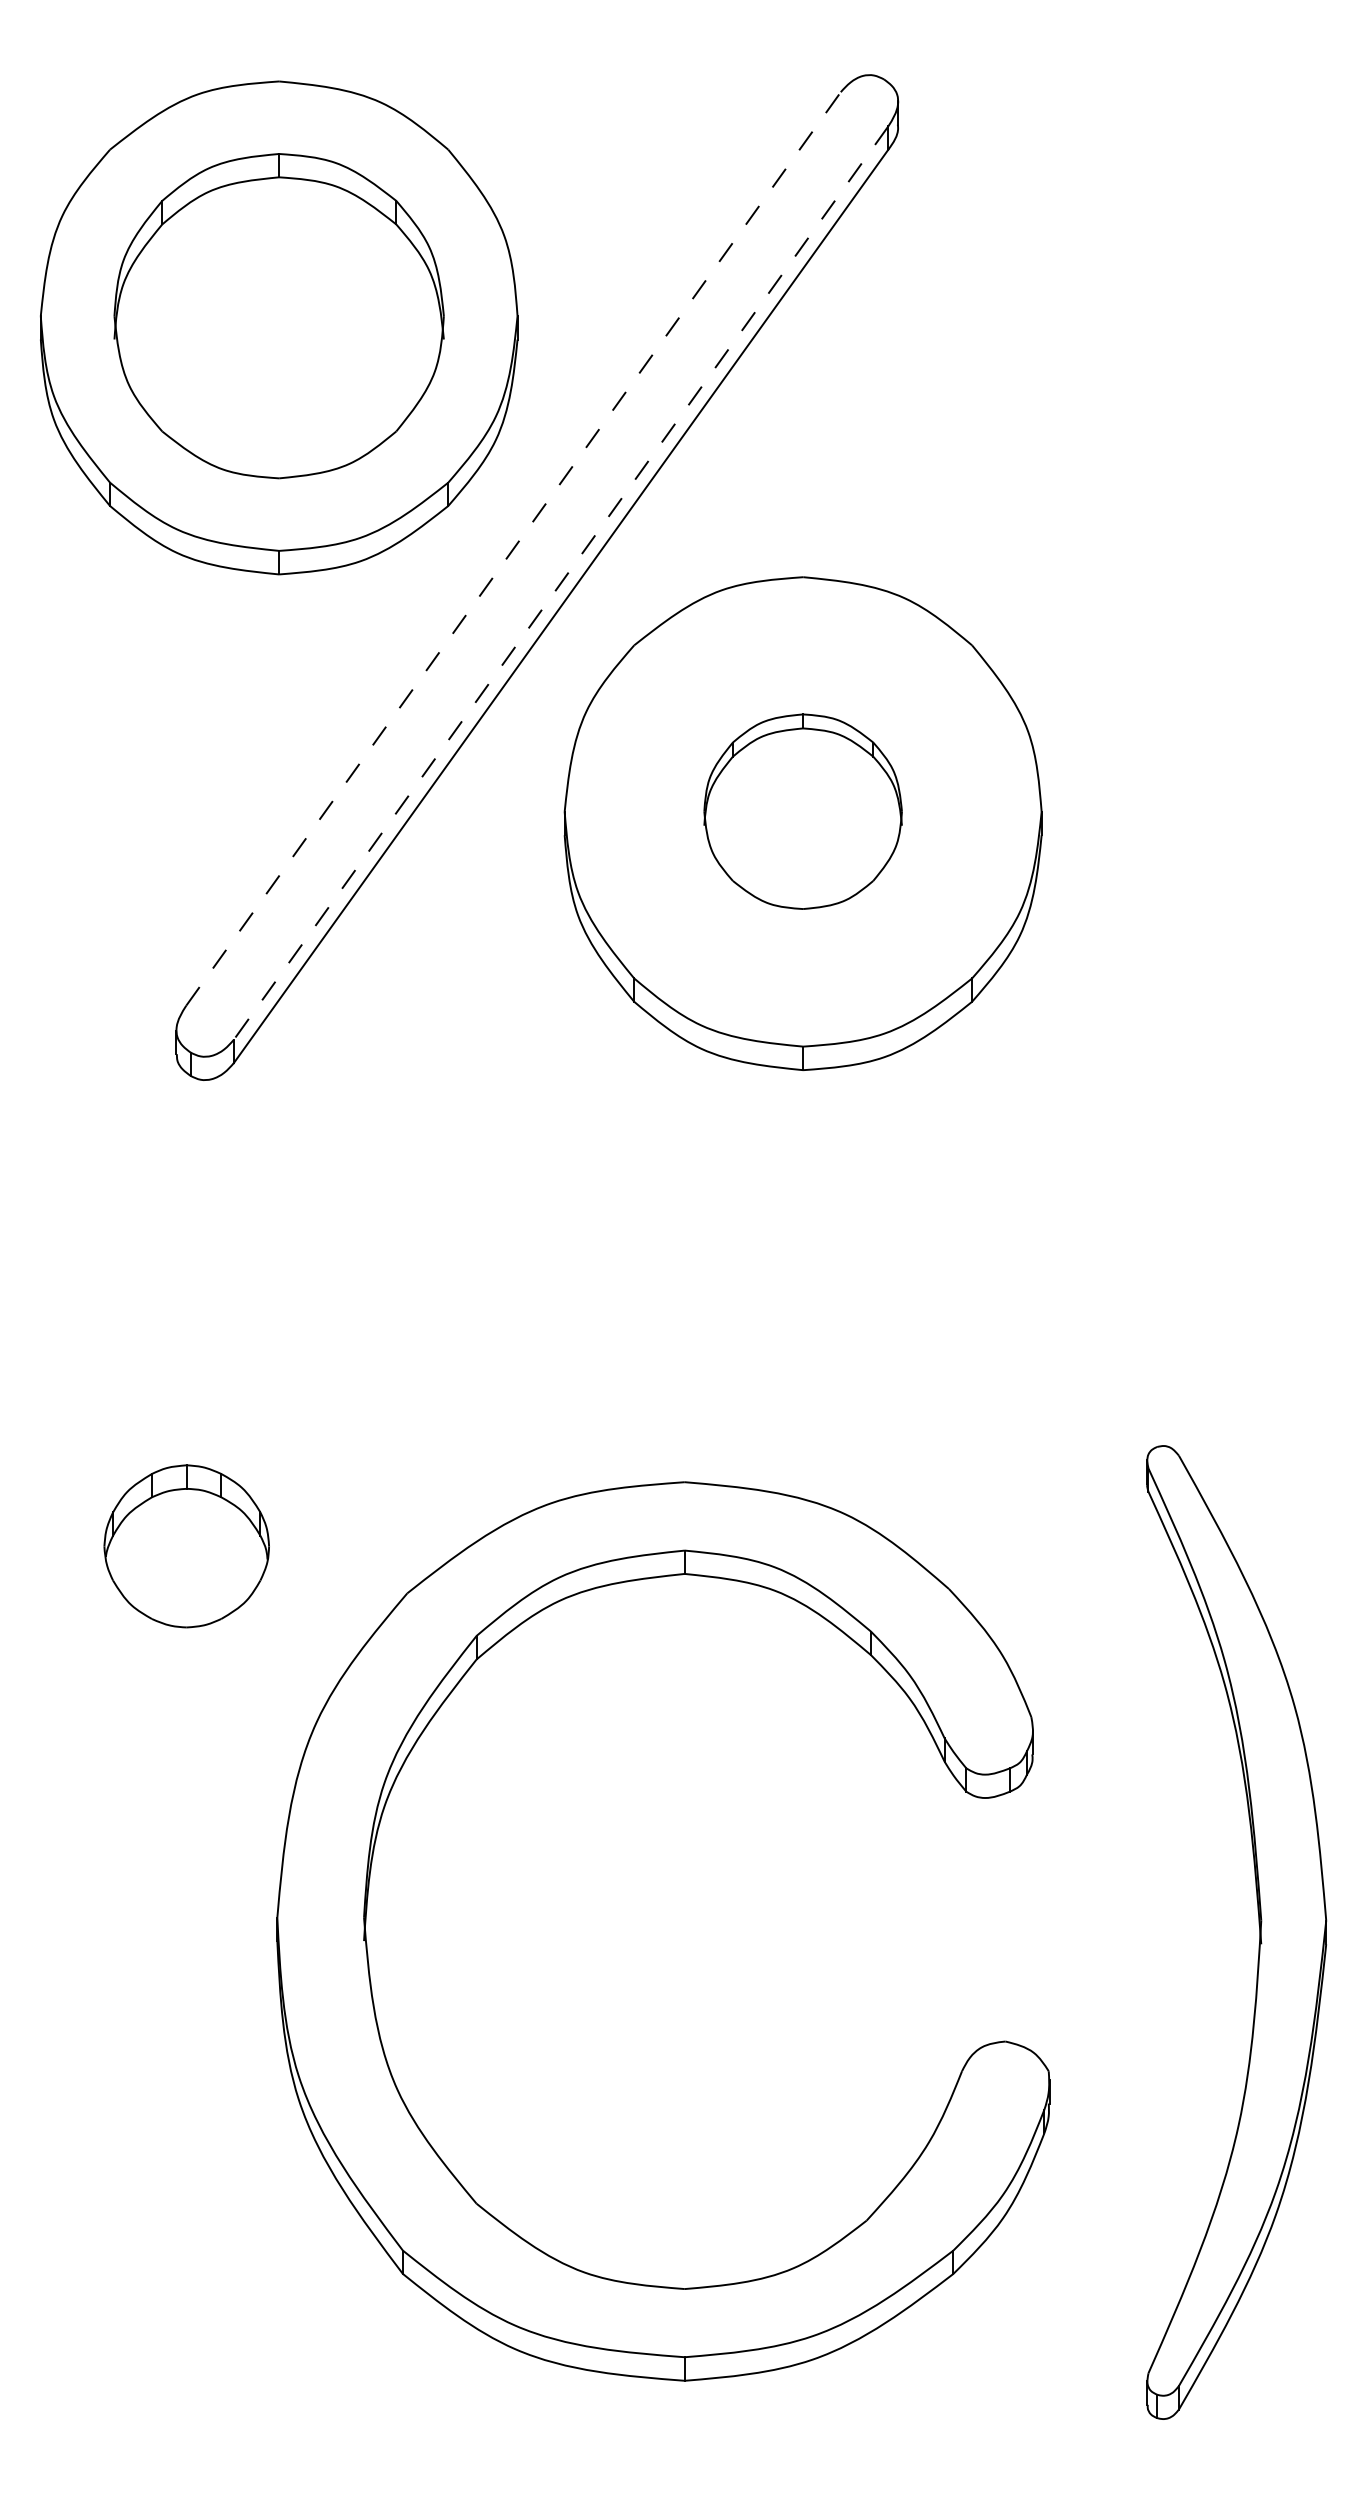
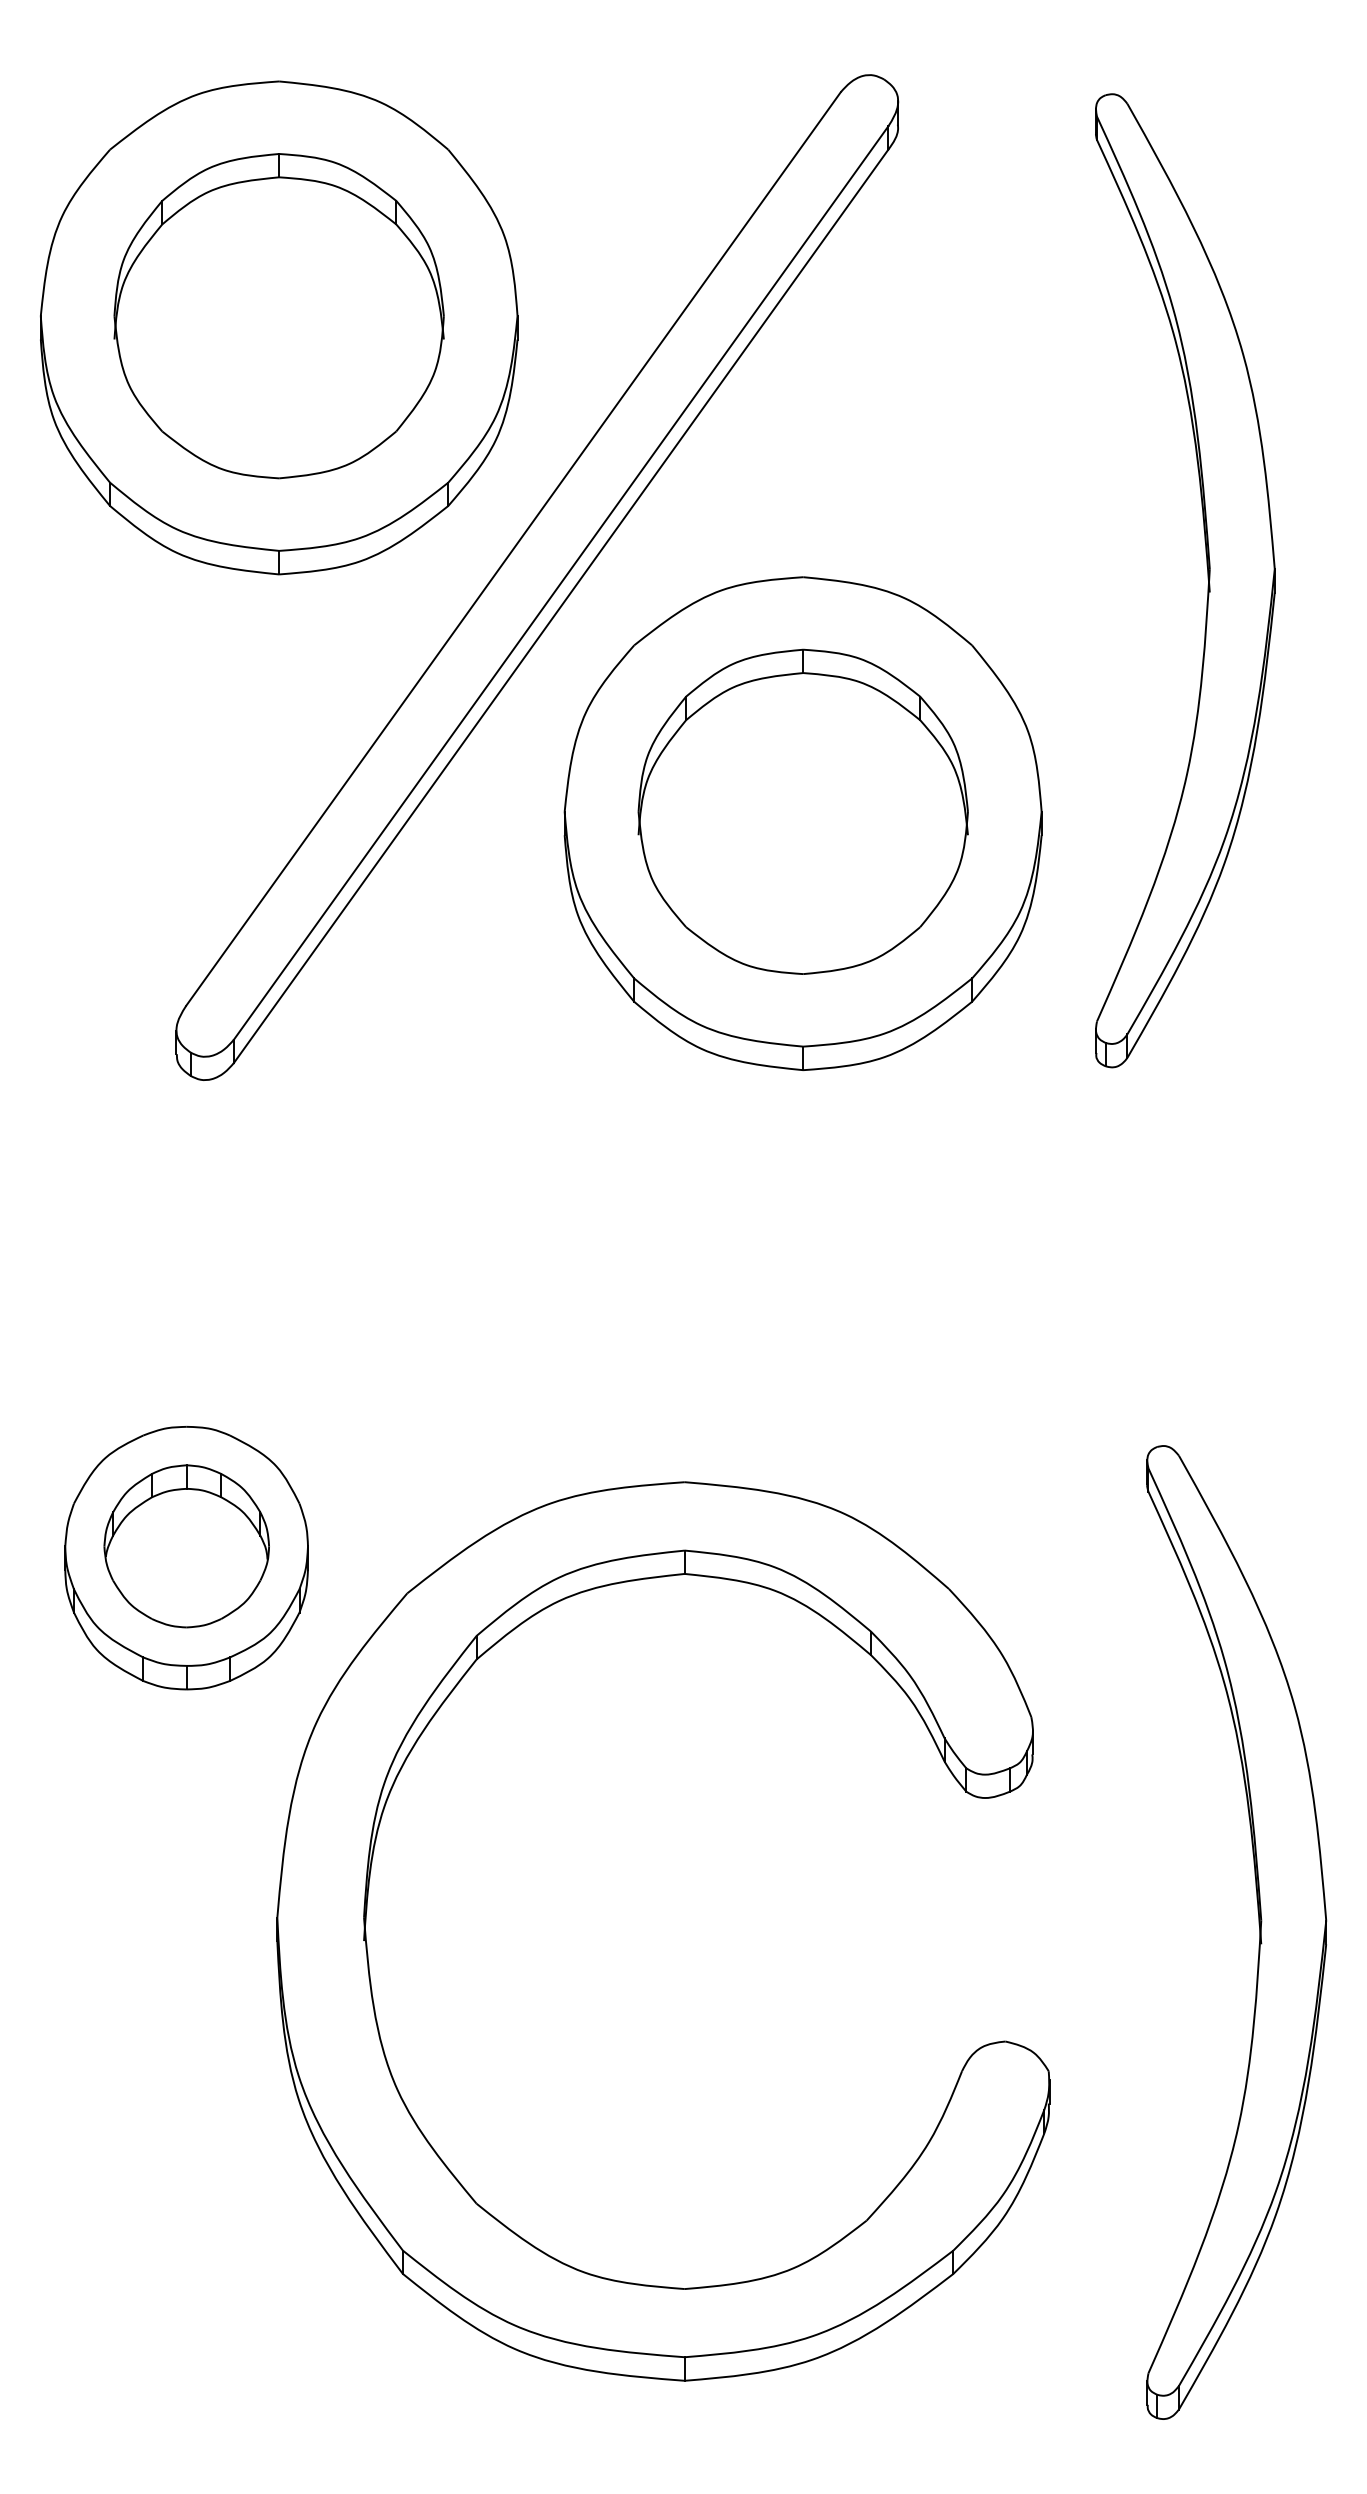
line at (513, 548): dashed -> solid
part at (1207, 579): none -> present
line at (561, 583): dashed -> solid
part at (802, 811) size: 200x197 px -> 332x327 px
part at (186, 1558): none -> present
